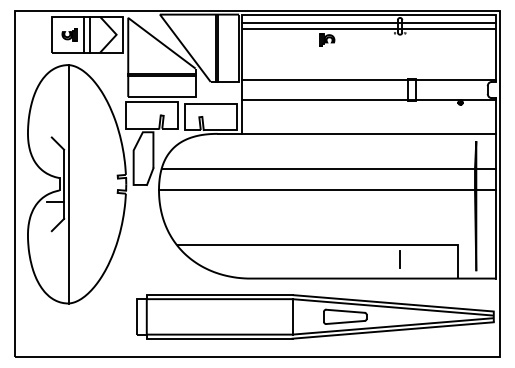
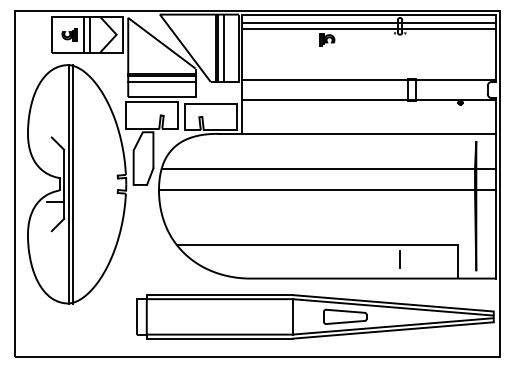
line at (224, 47): none -> present
line at (161, 82): none -> present
line at (72, 184): none -> present
